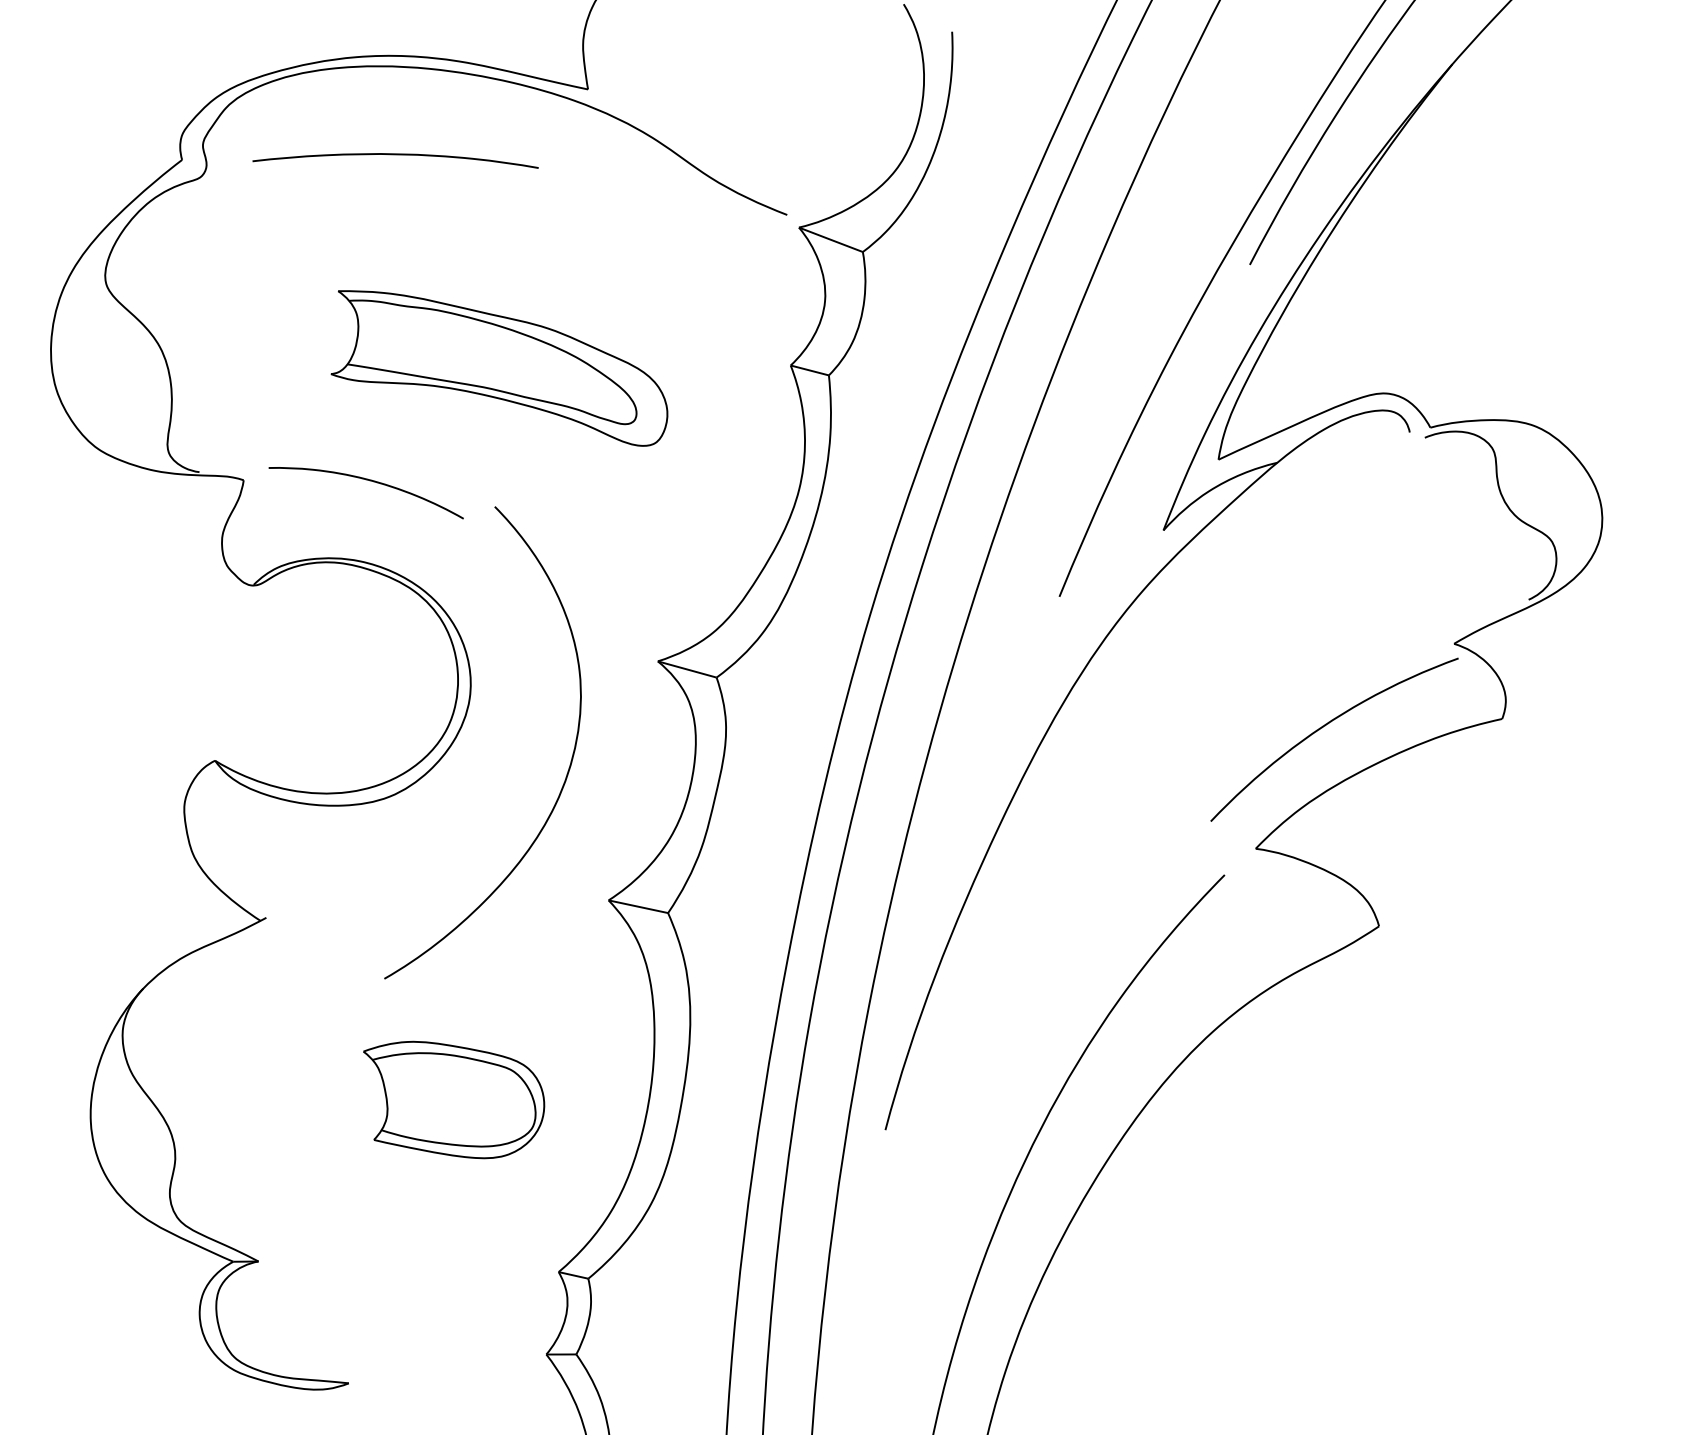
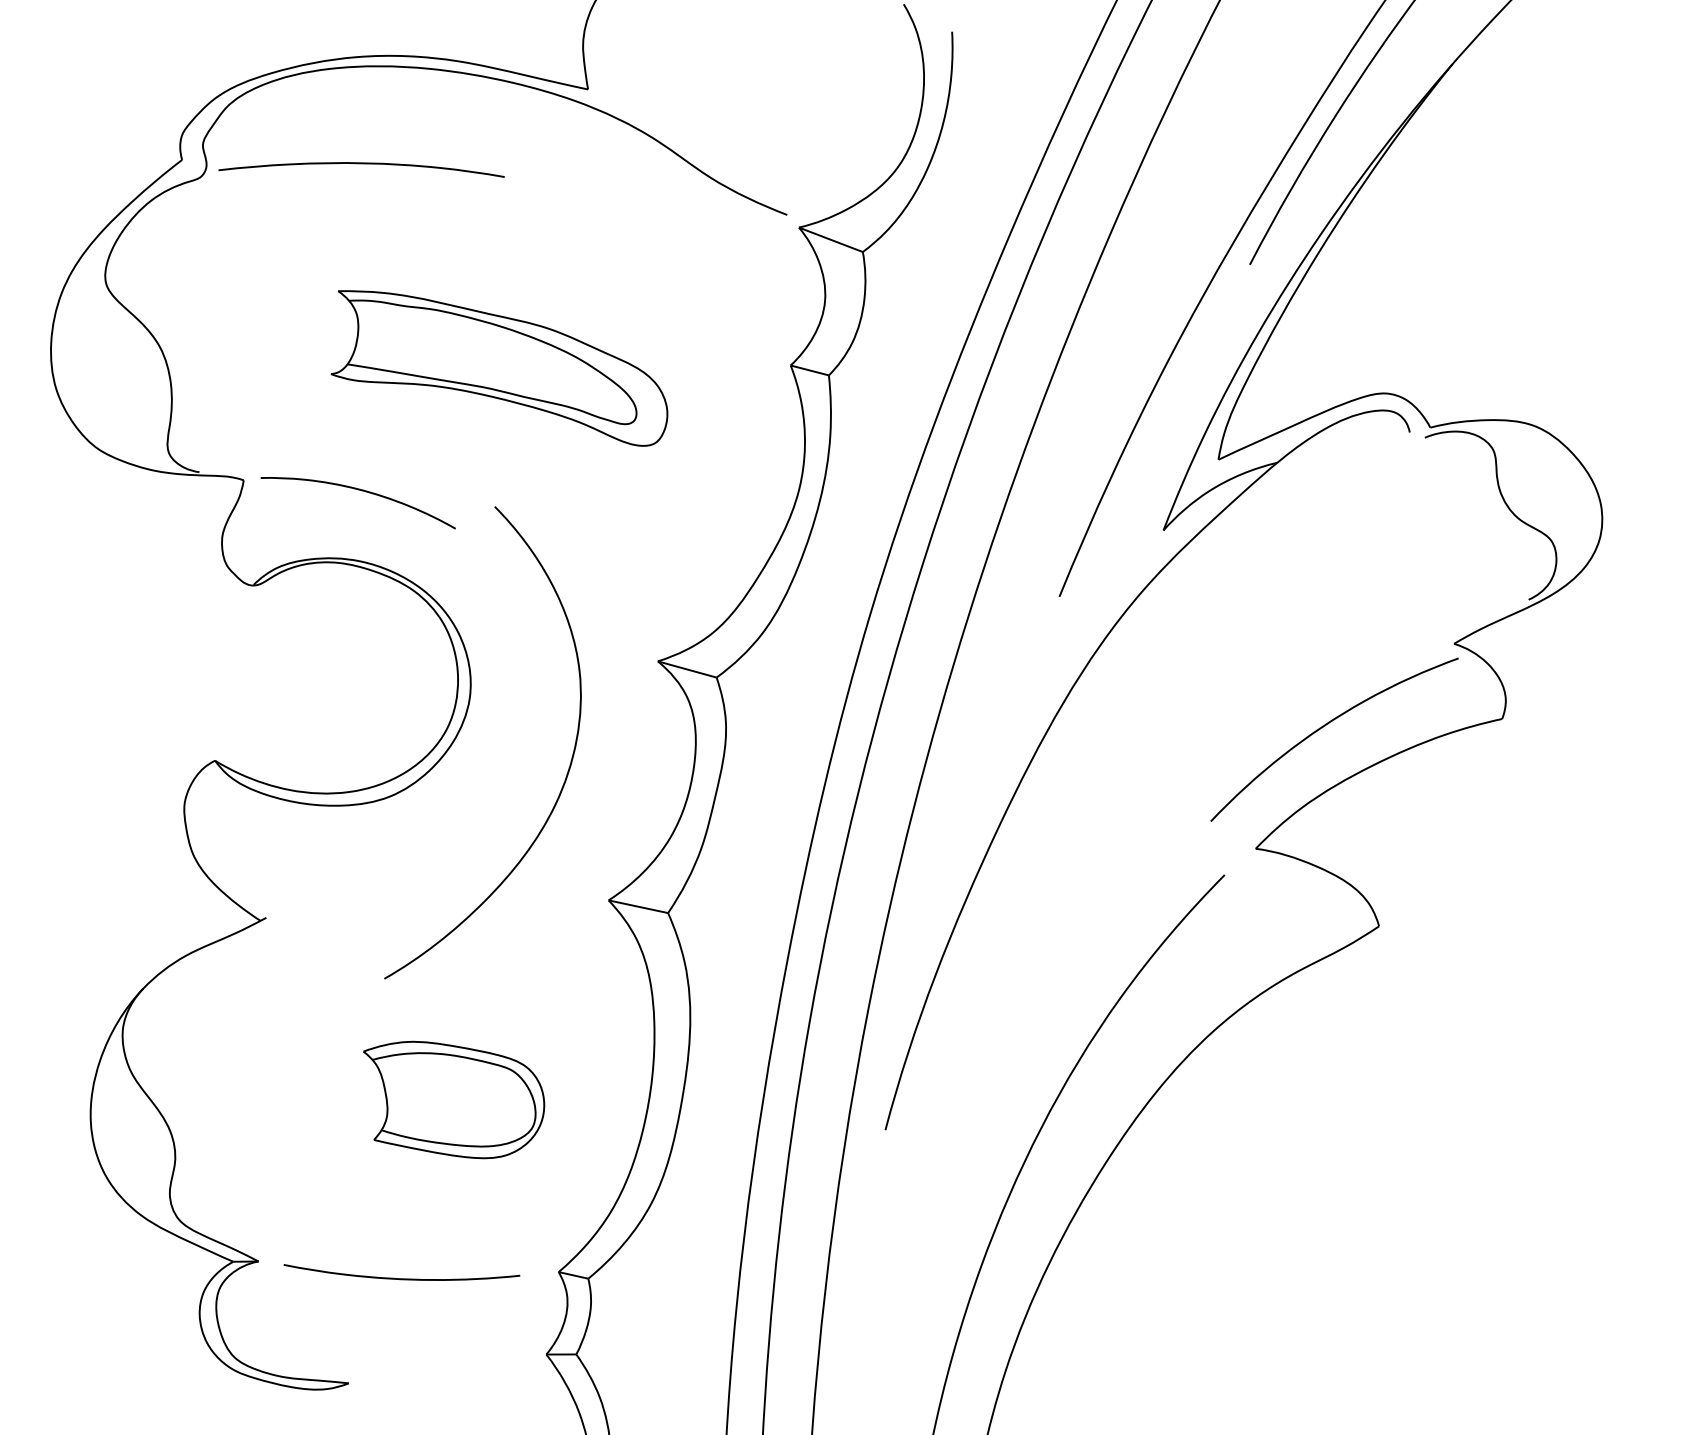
curve at (395, 155) position: (395, 155) -> (361, 164)
curve at (369, 481) position: (369, 481) -> (361, 491)
curve at (401, 1278): none -> present
